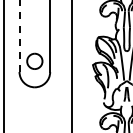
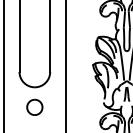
line at (19, 36): dashed -> solid
part at (34, 60) position: (34, 60) -> (34, 106)
line at (71, 65) position: (71, 65) -> (65, 65)
